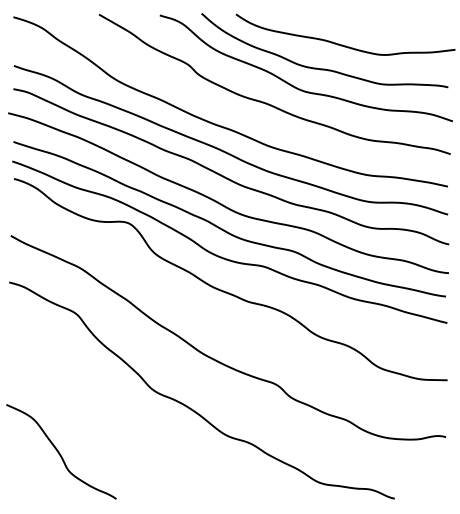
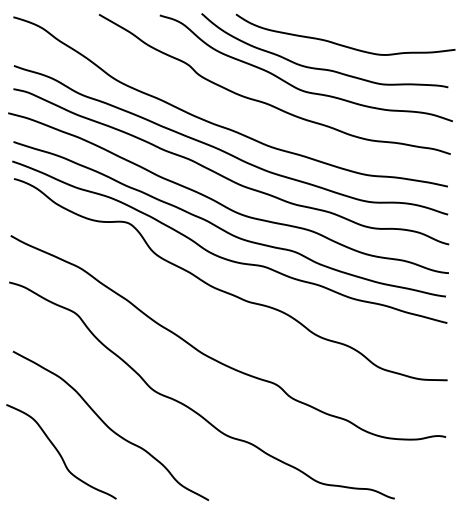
curve at (109, 426): none -> present
